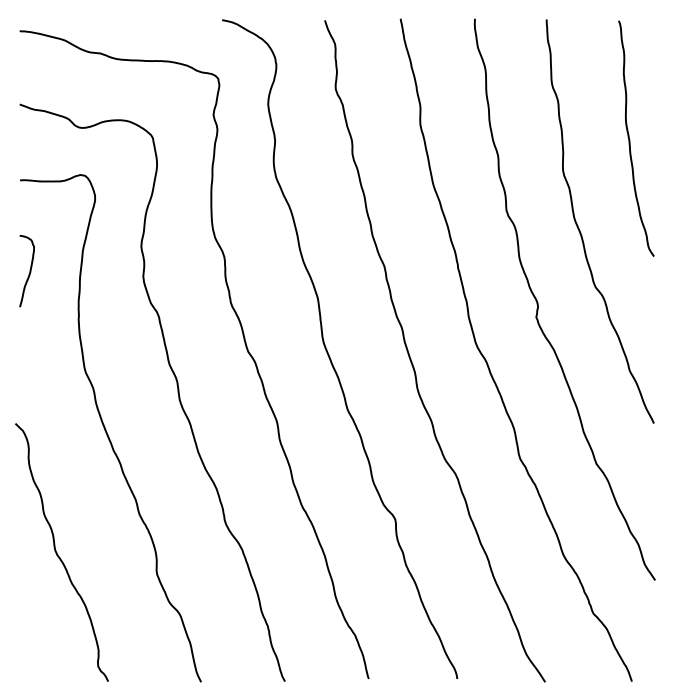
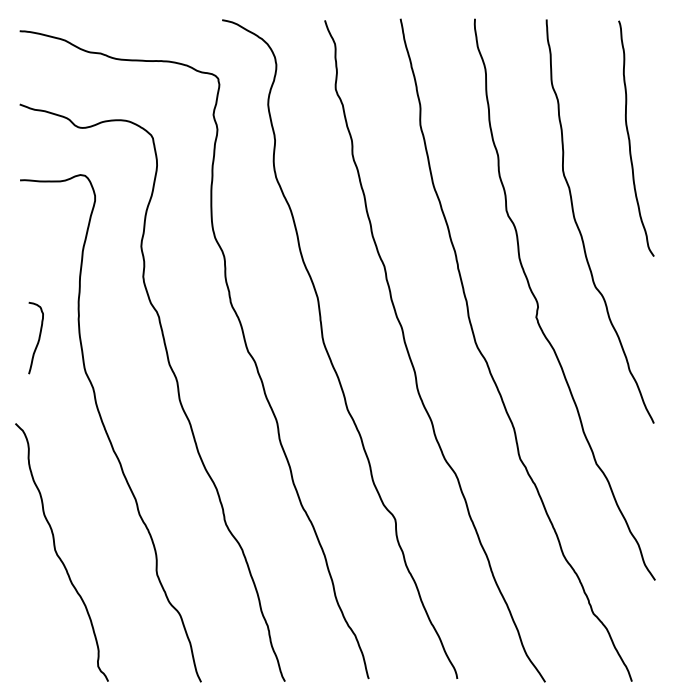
curve at (29, 270) position: (29, 270) -> (38, 337)
